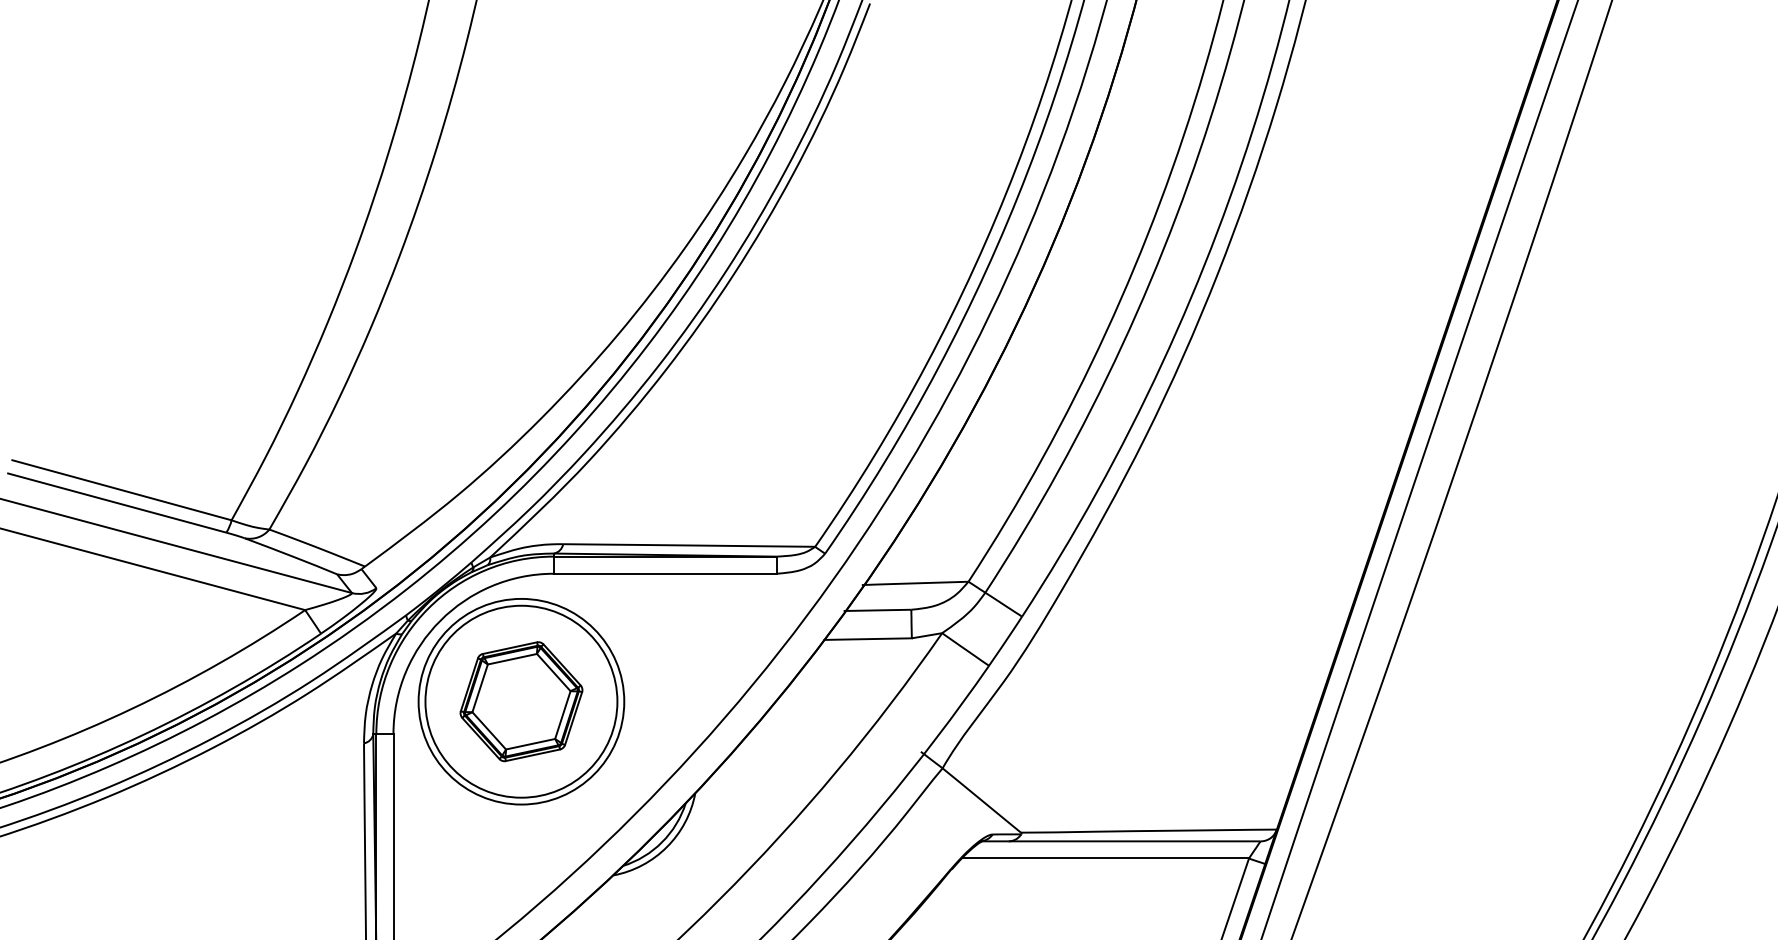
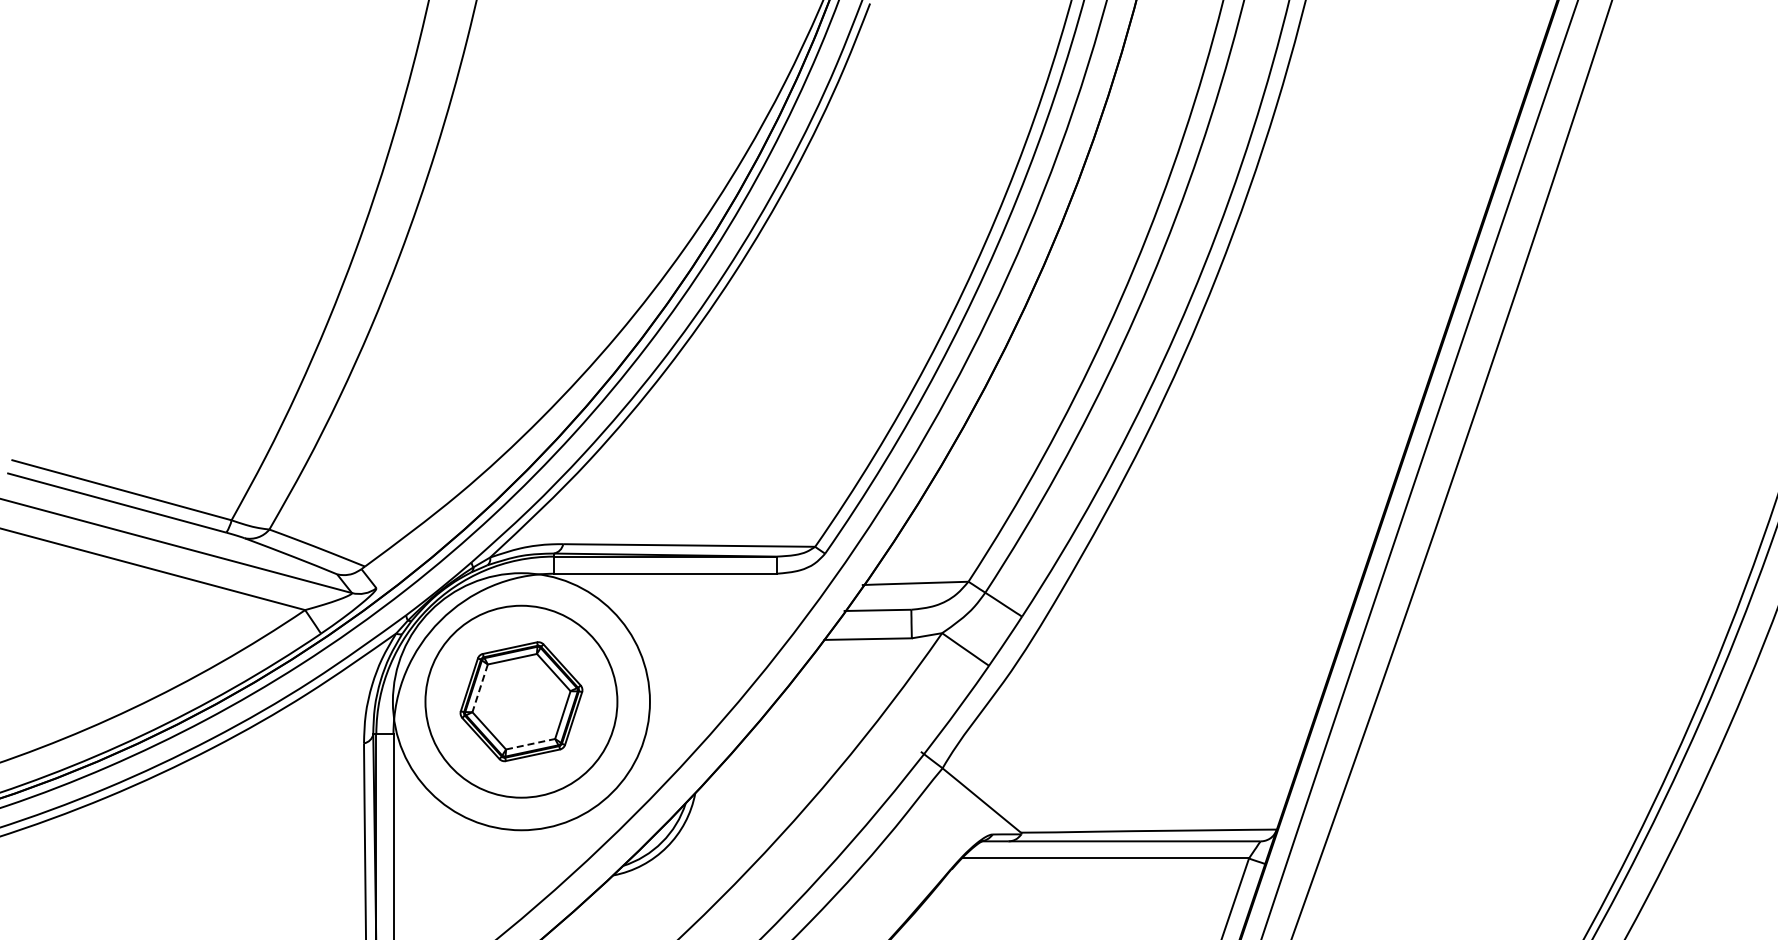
line at (480, 688): solid -> dashed
circle at (521, 701) diameter: 206 px -> 257 px
line at (531, 744): solid -> dashed
